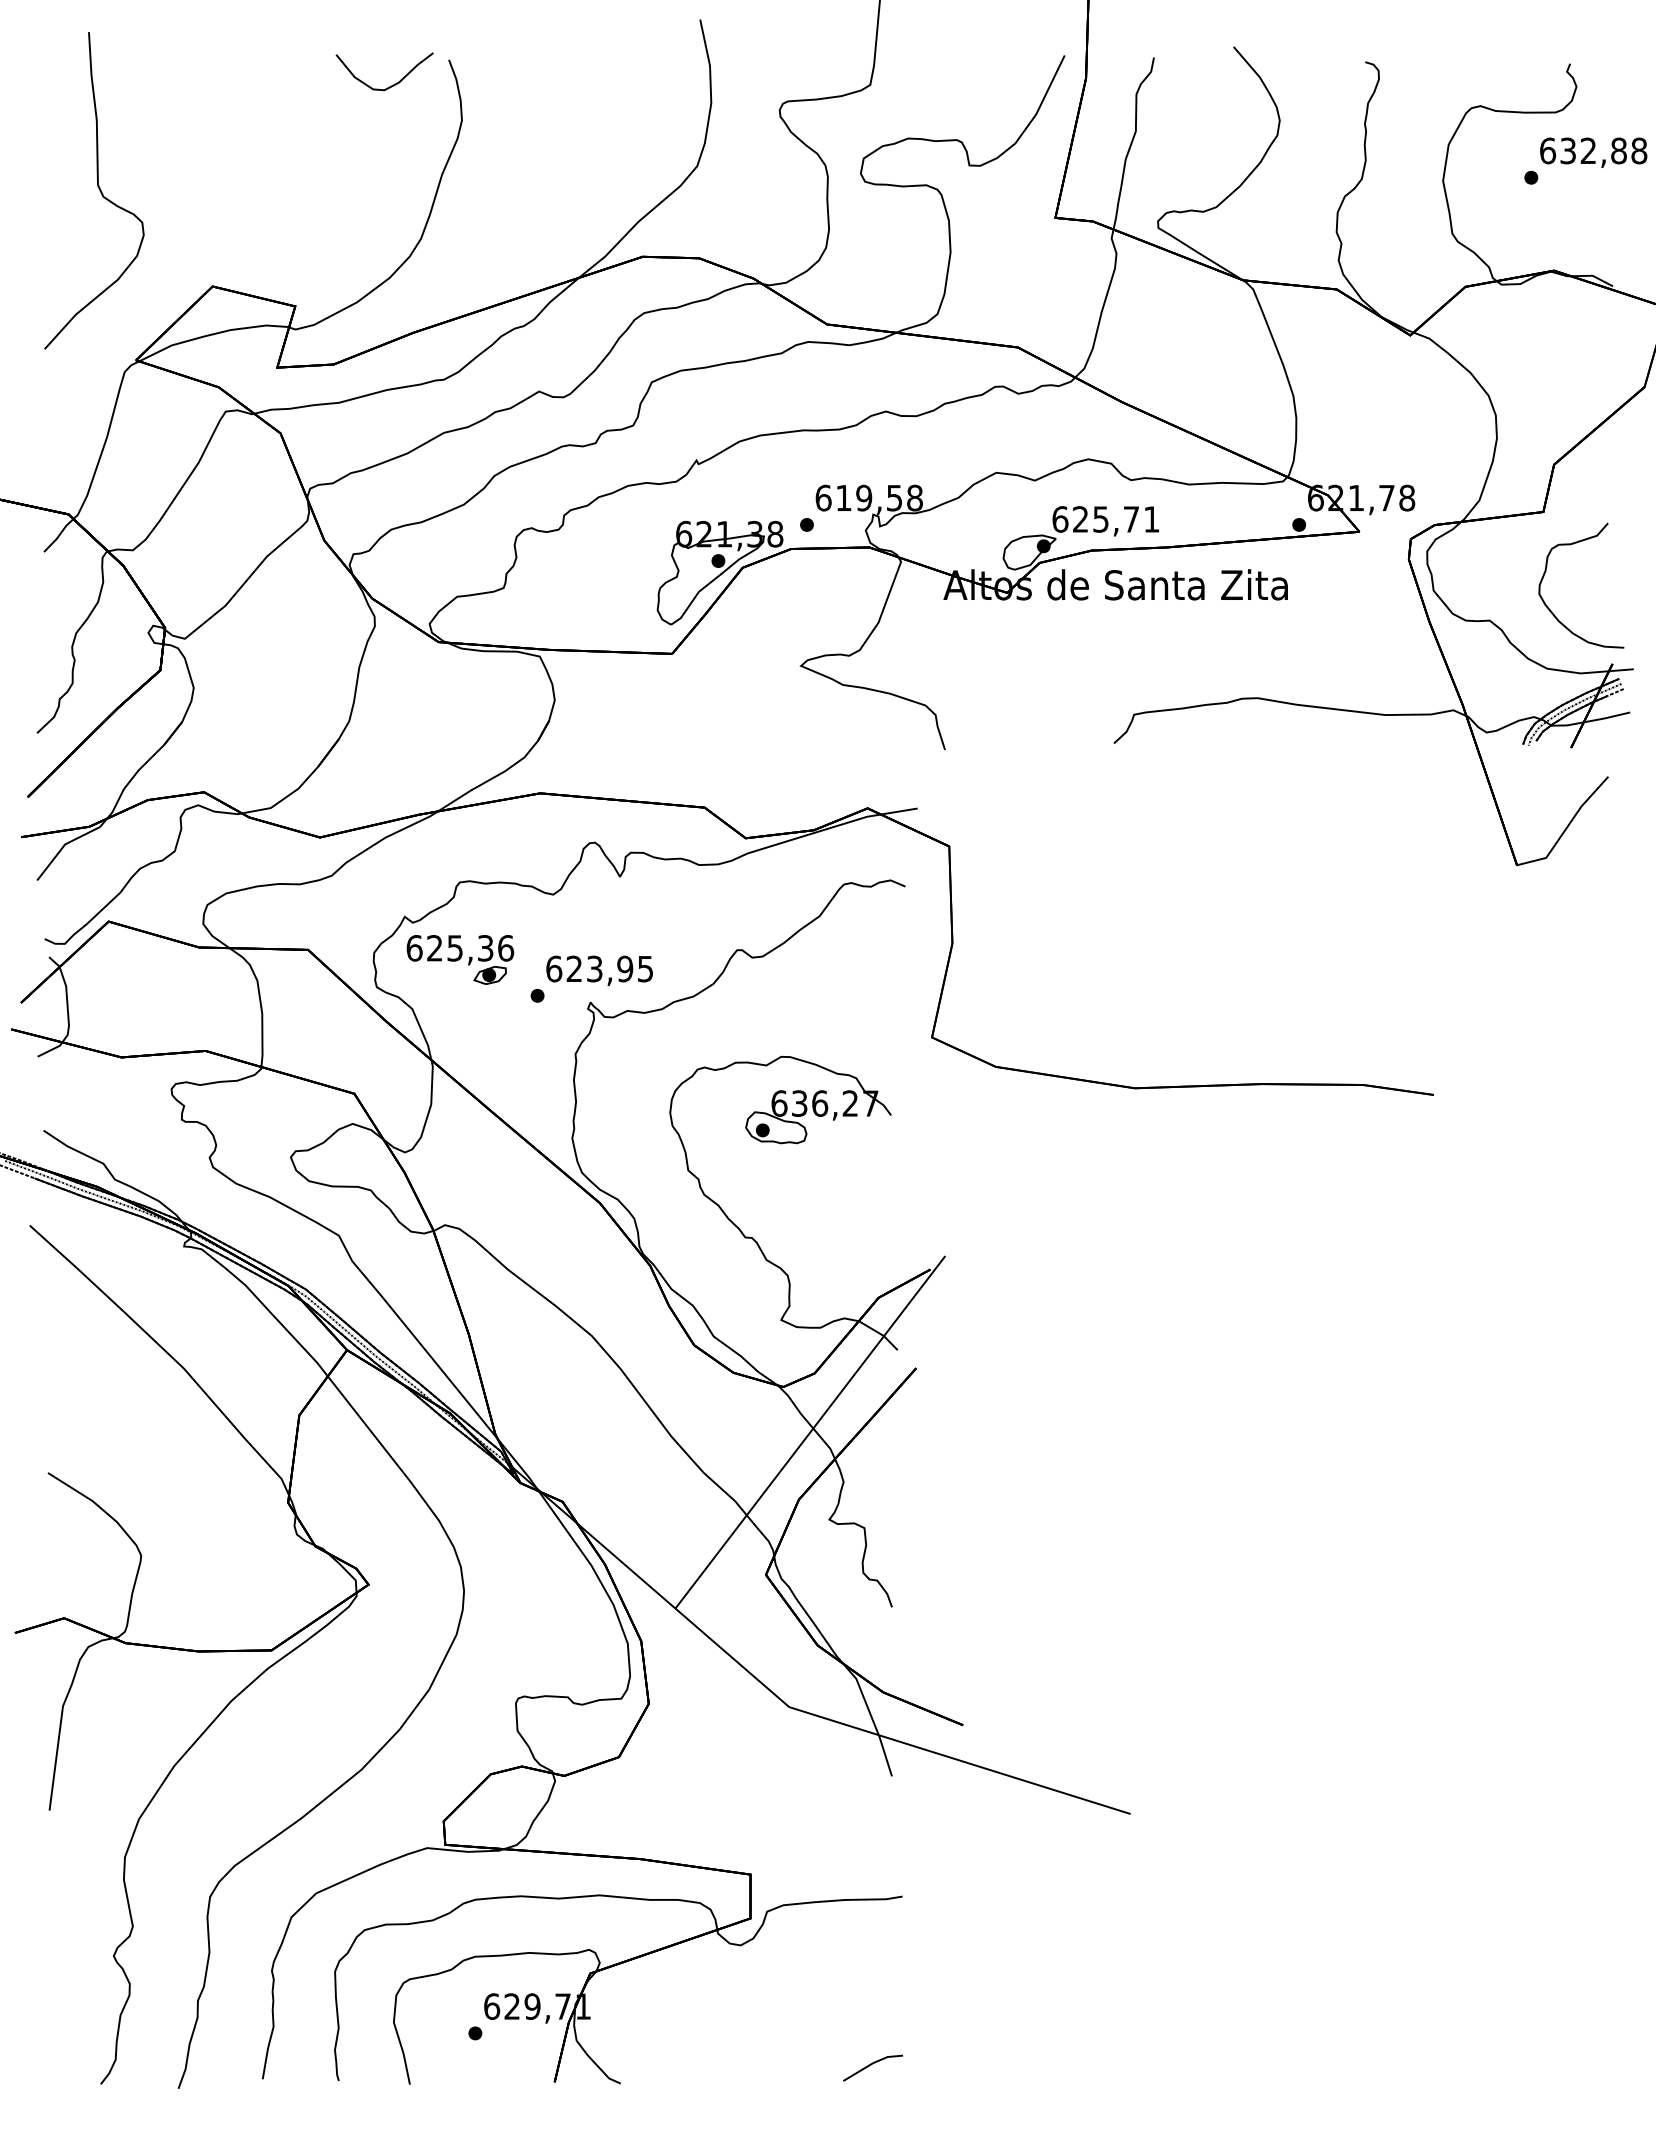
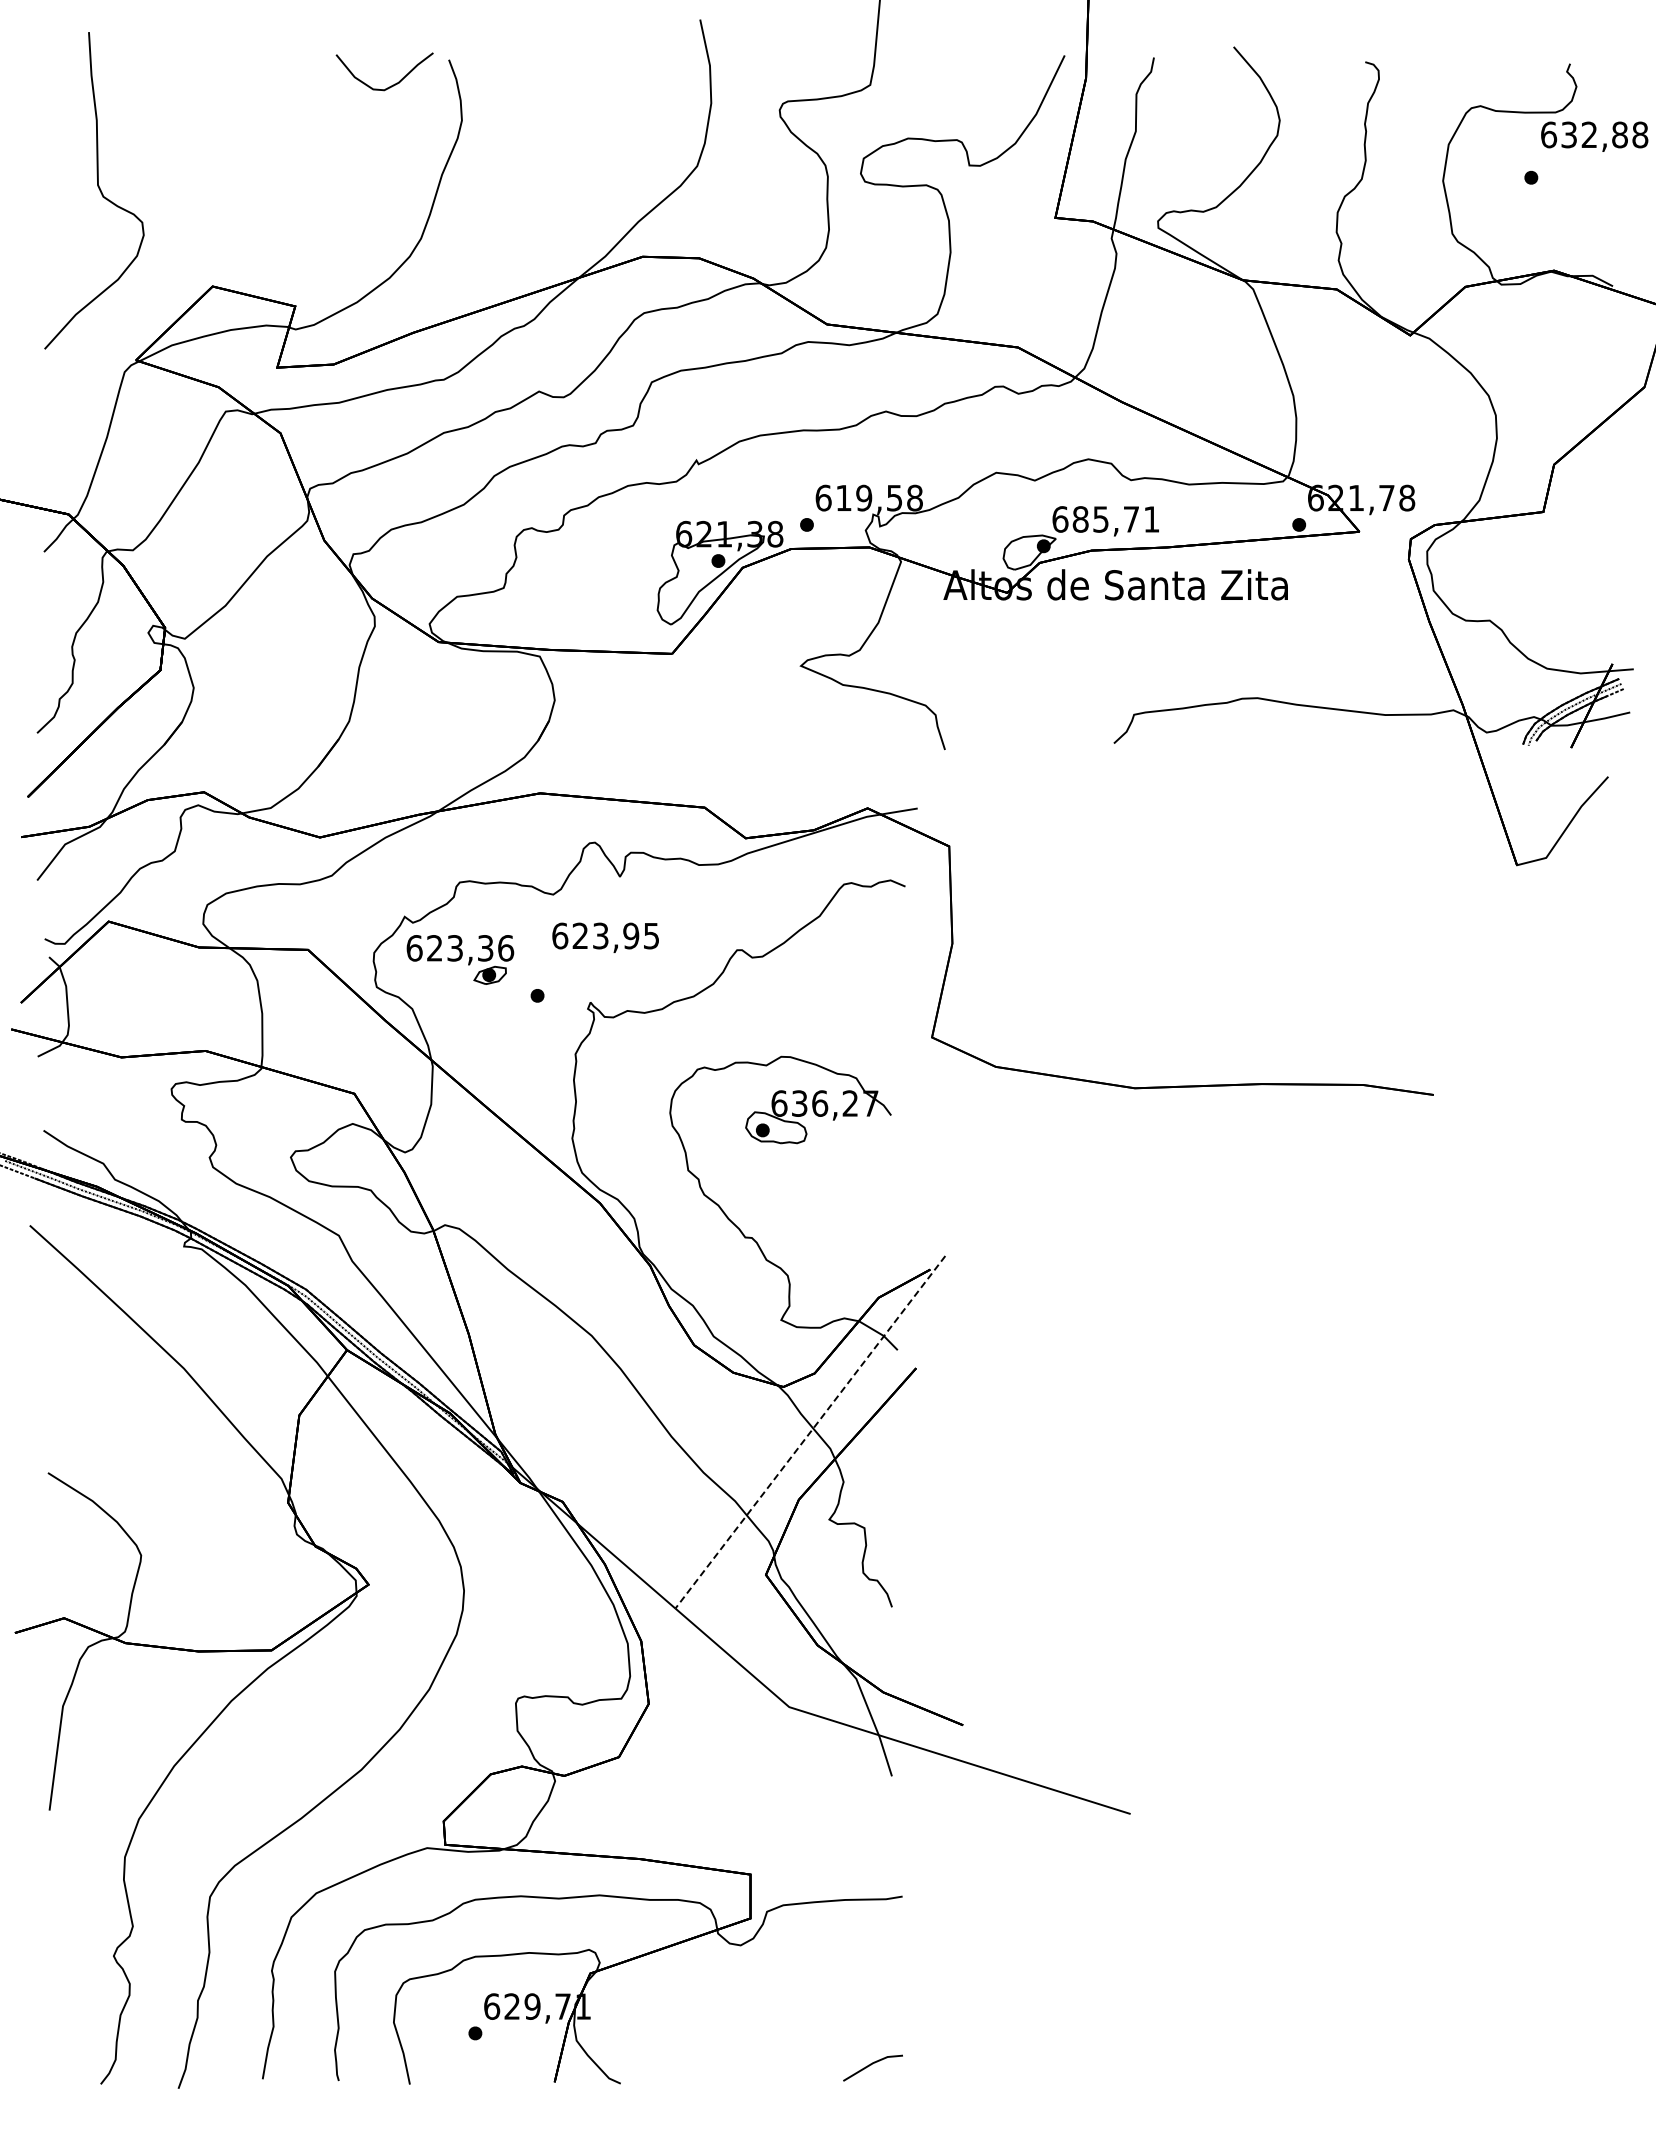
text at (1593, 152) position: (1593, 152) -> (1594, 136)
text at (1080, 519): 625,71 -> 685,71
curve at (1546, 571): present -> none
text at (455, 947): 625,36 -> 623,36
text at (599, 970) position: (599, 970) -> (605, 937)
line at (810, 1432): solid -> dashed
